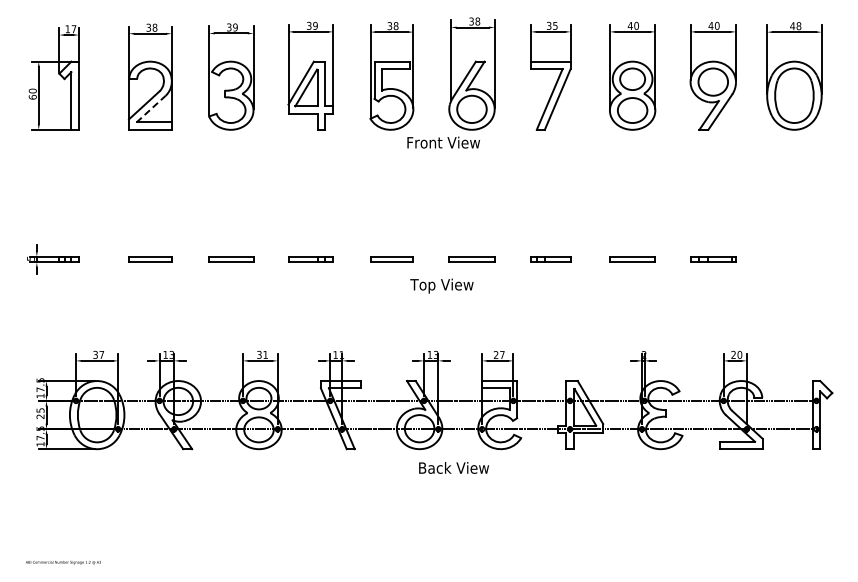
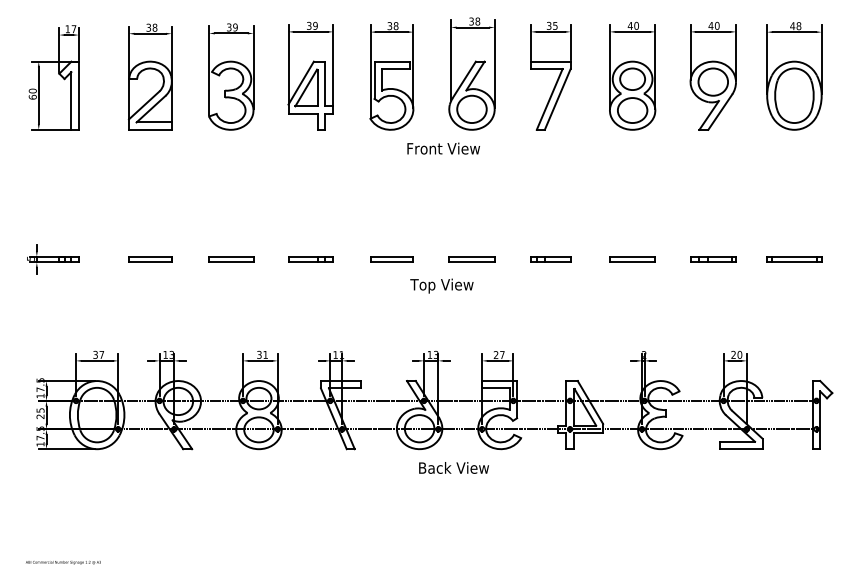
line at (151, 109): dashed -> solid
text at (443, 142) position: (443, 142) -> (443, 148)
part at (794, 259): none -> present
